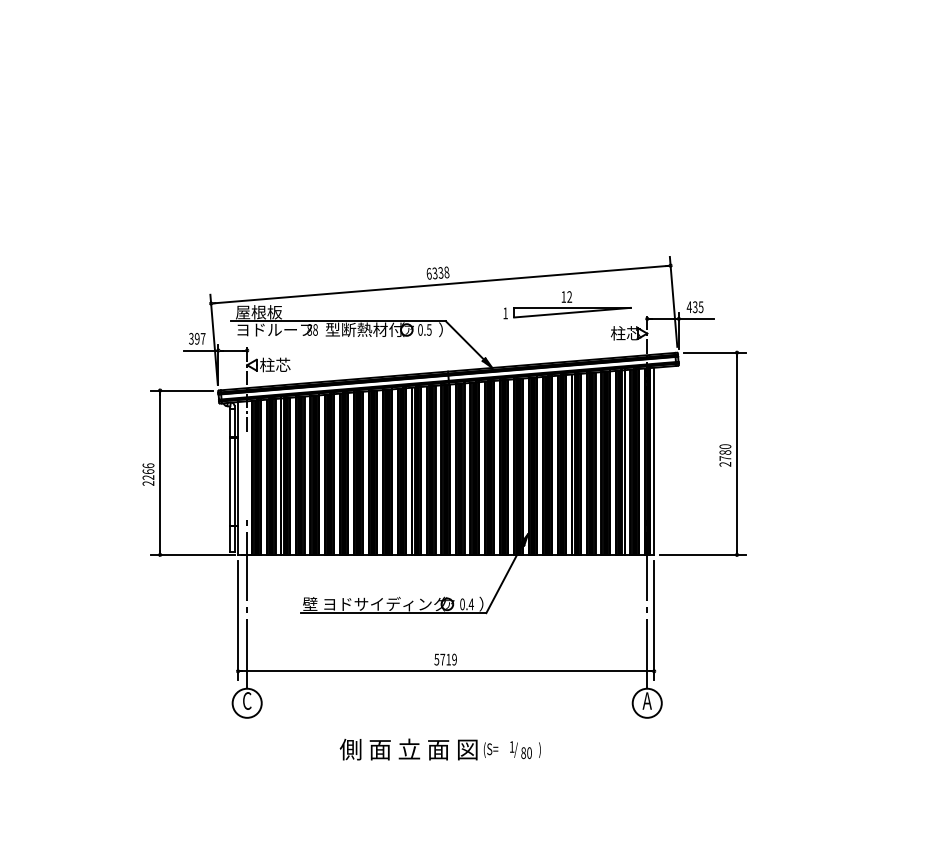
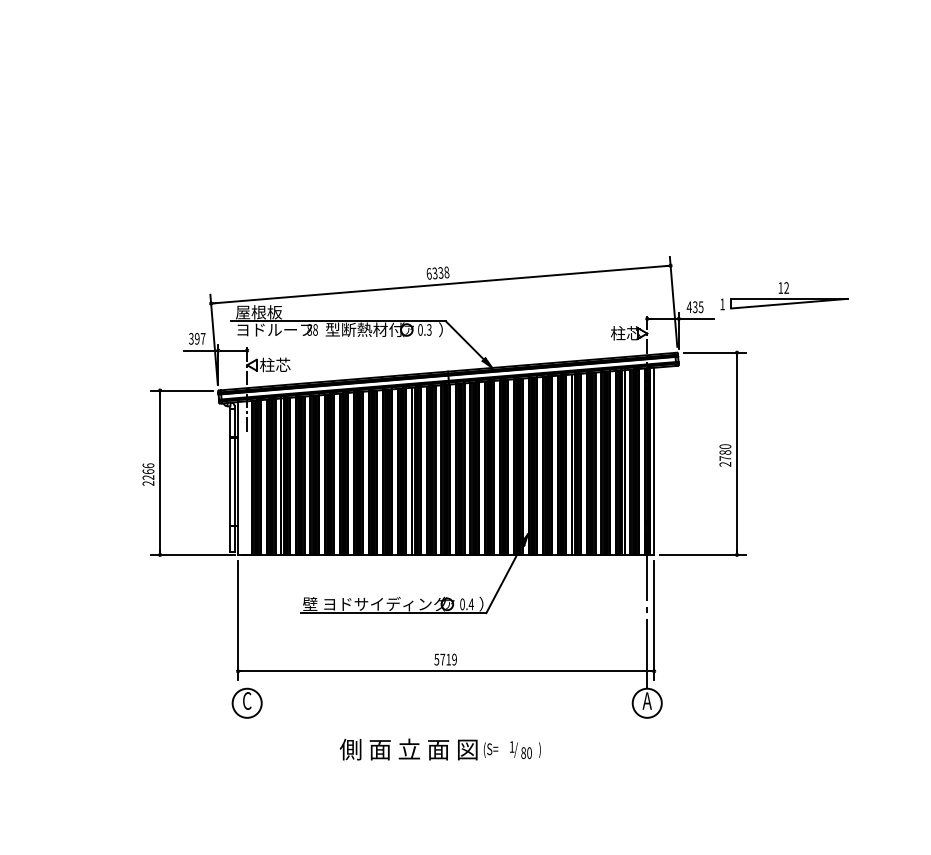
part at (567, 305) position: (567, 305) -> (784, 296)
text at (429, 329): 0.5 -> 0.3
line at (247, 603): present -> none
